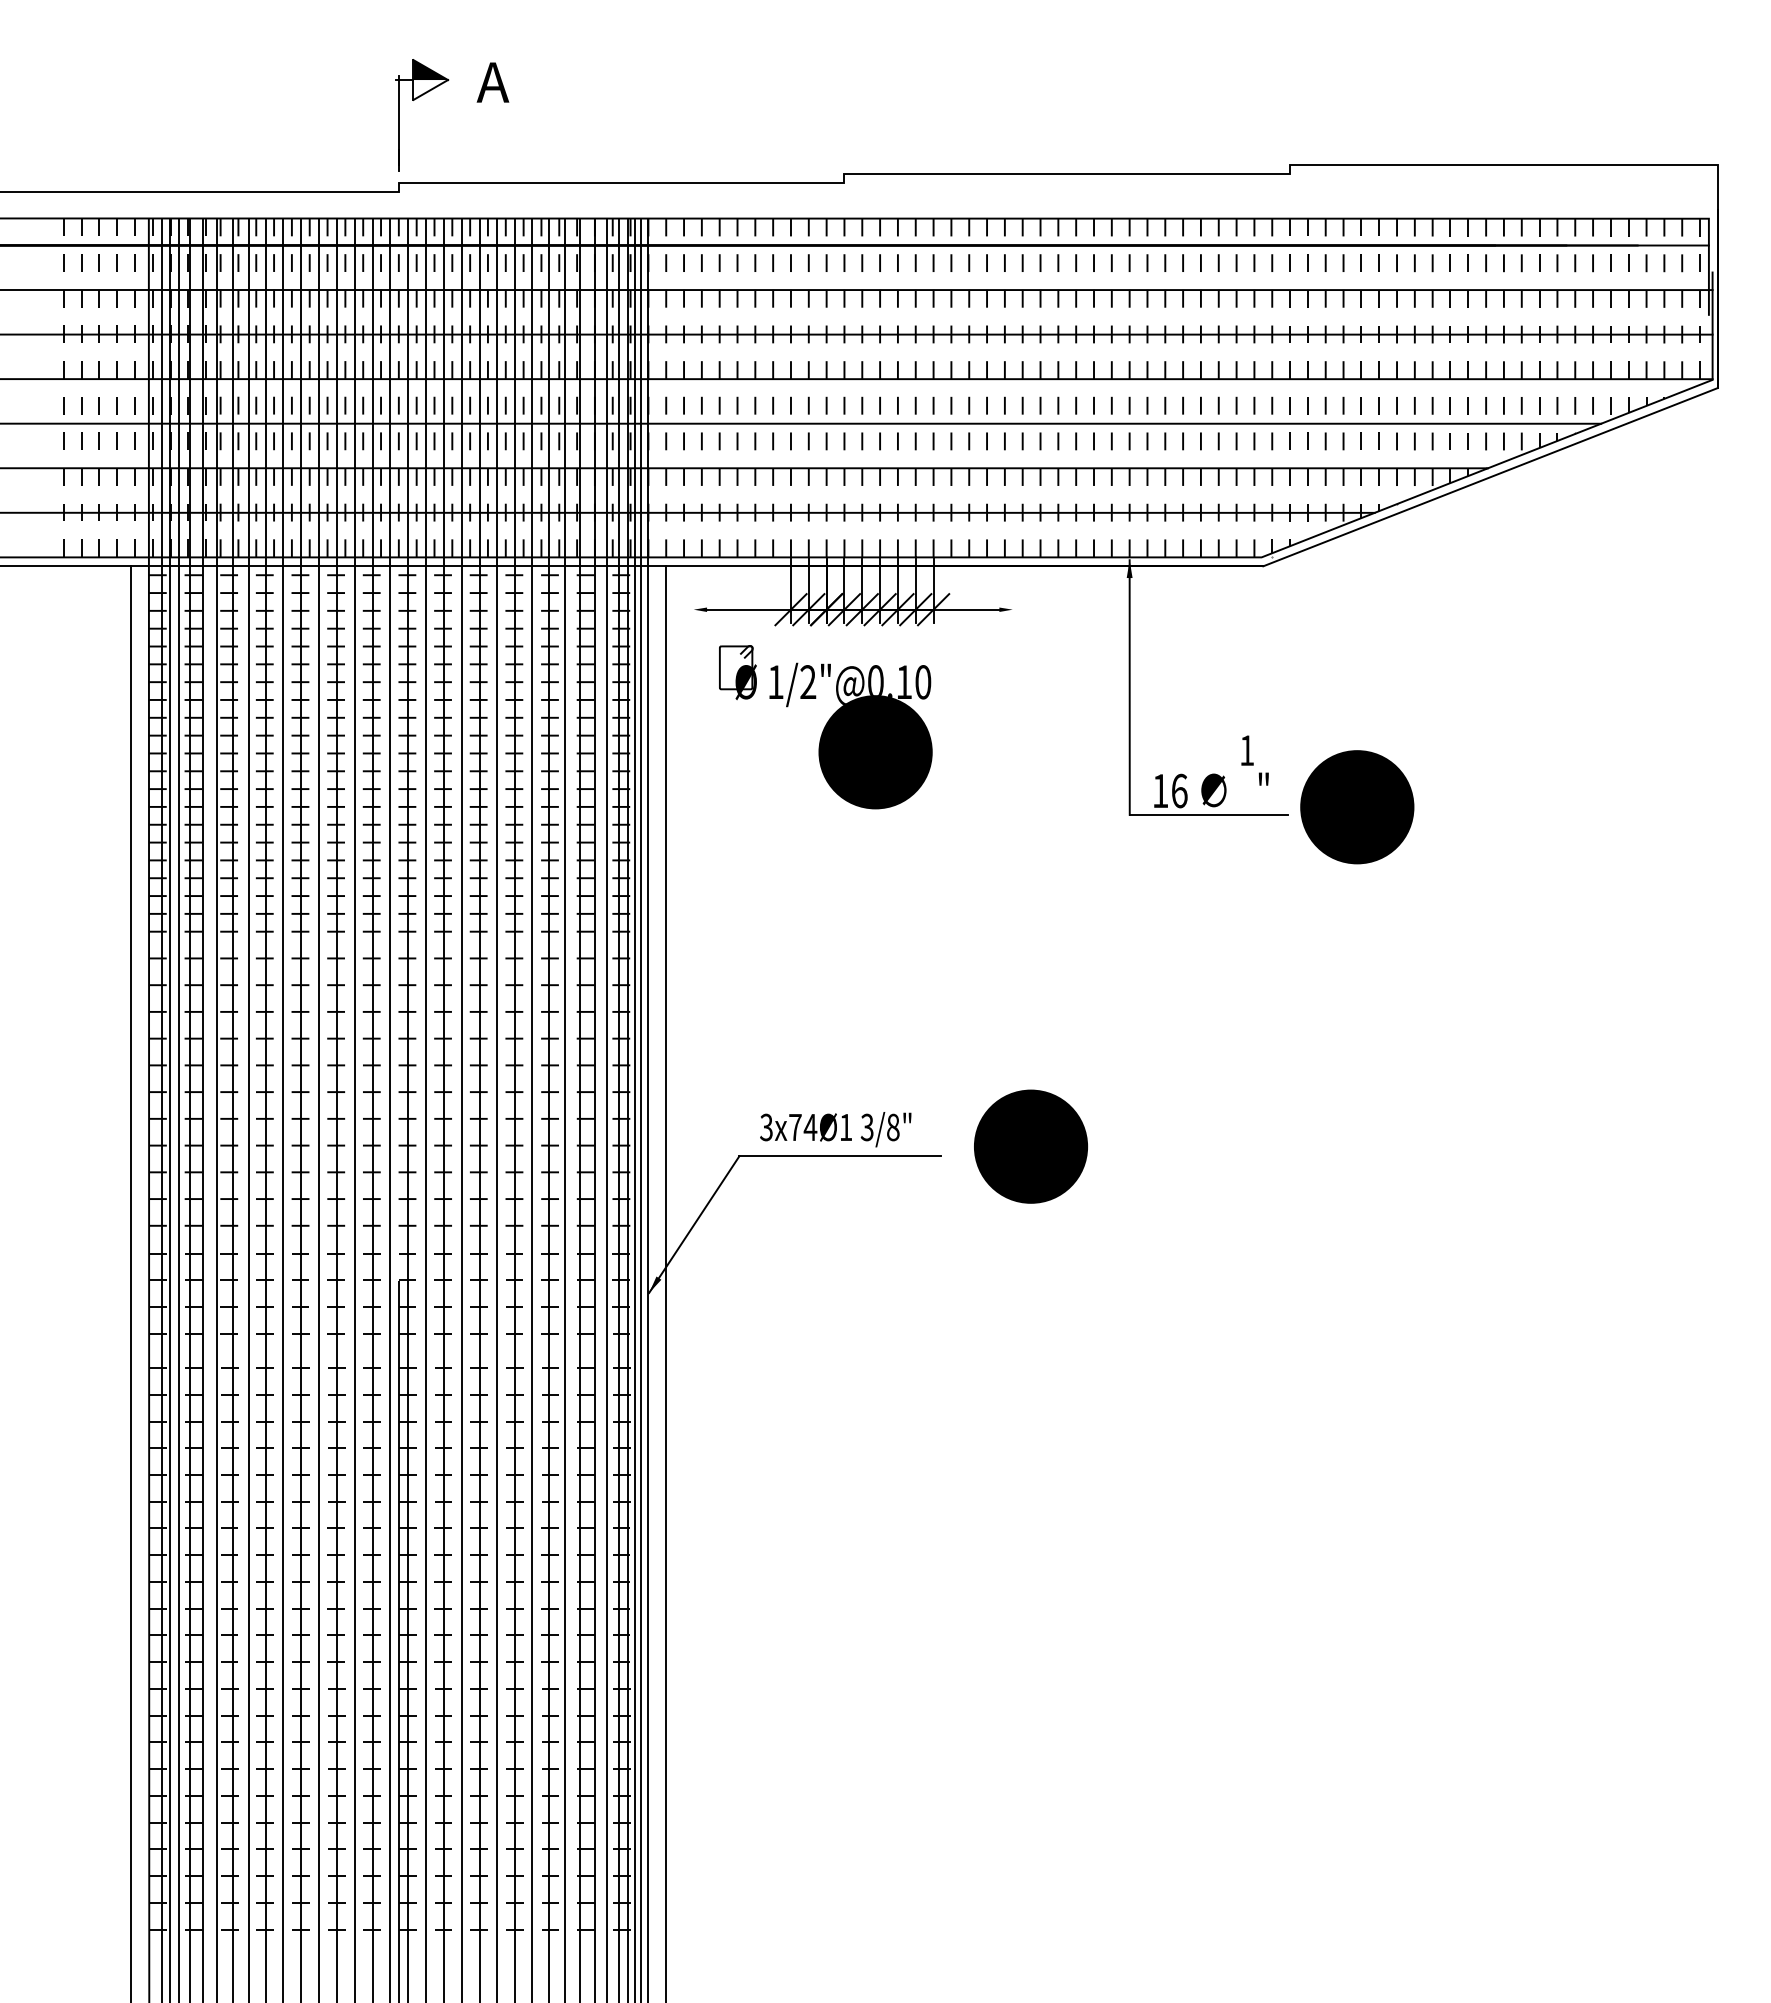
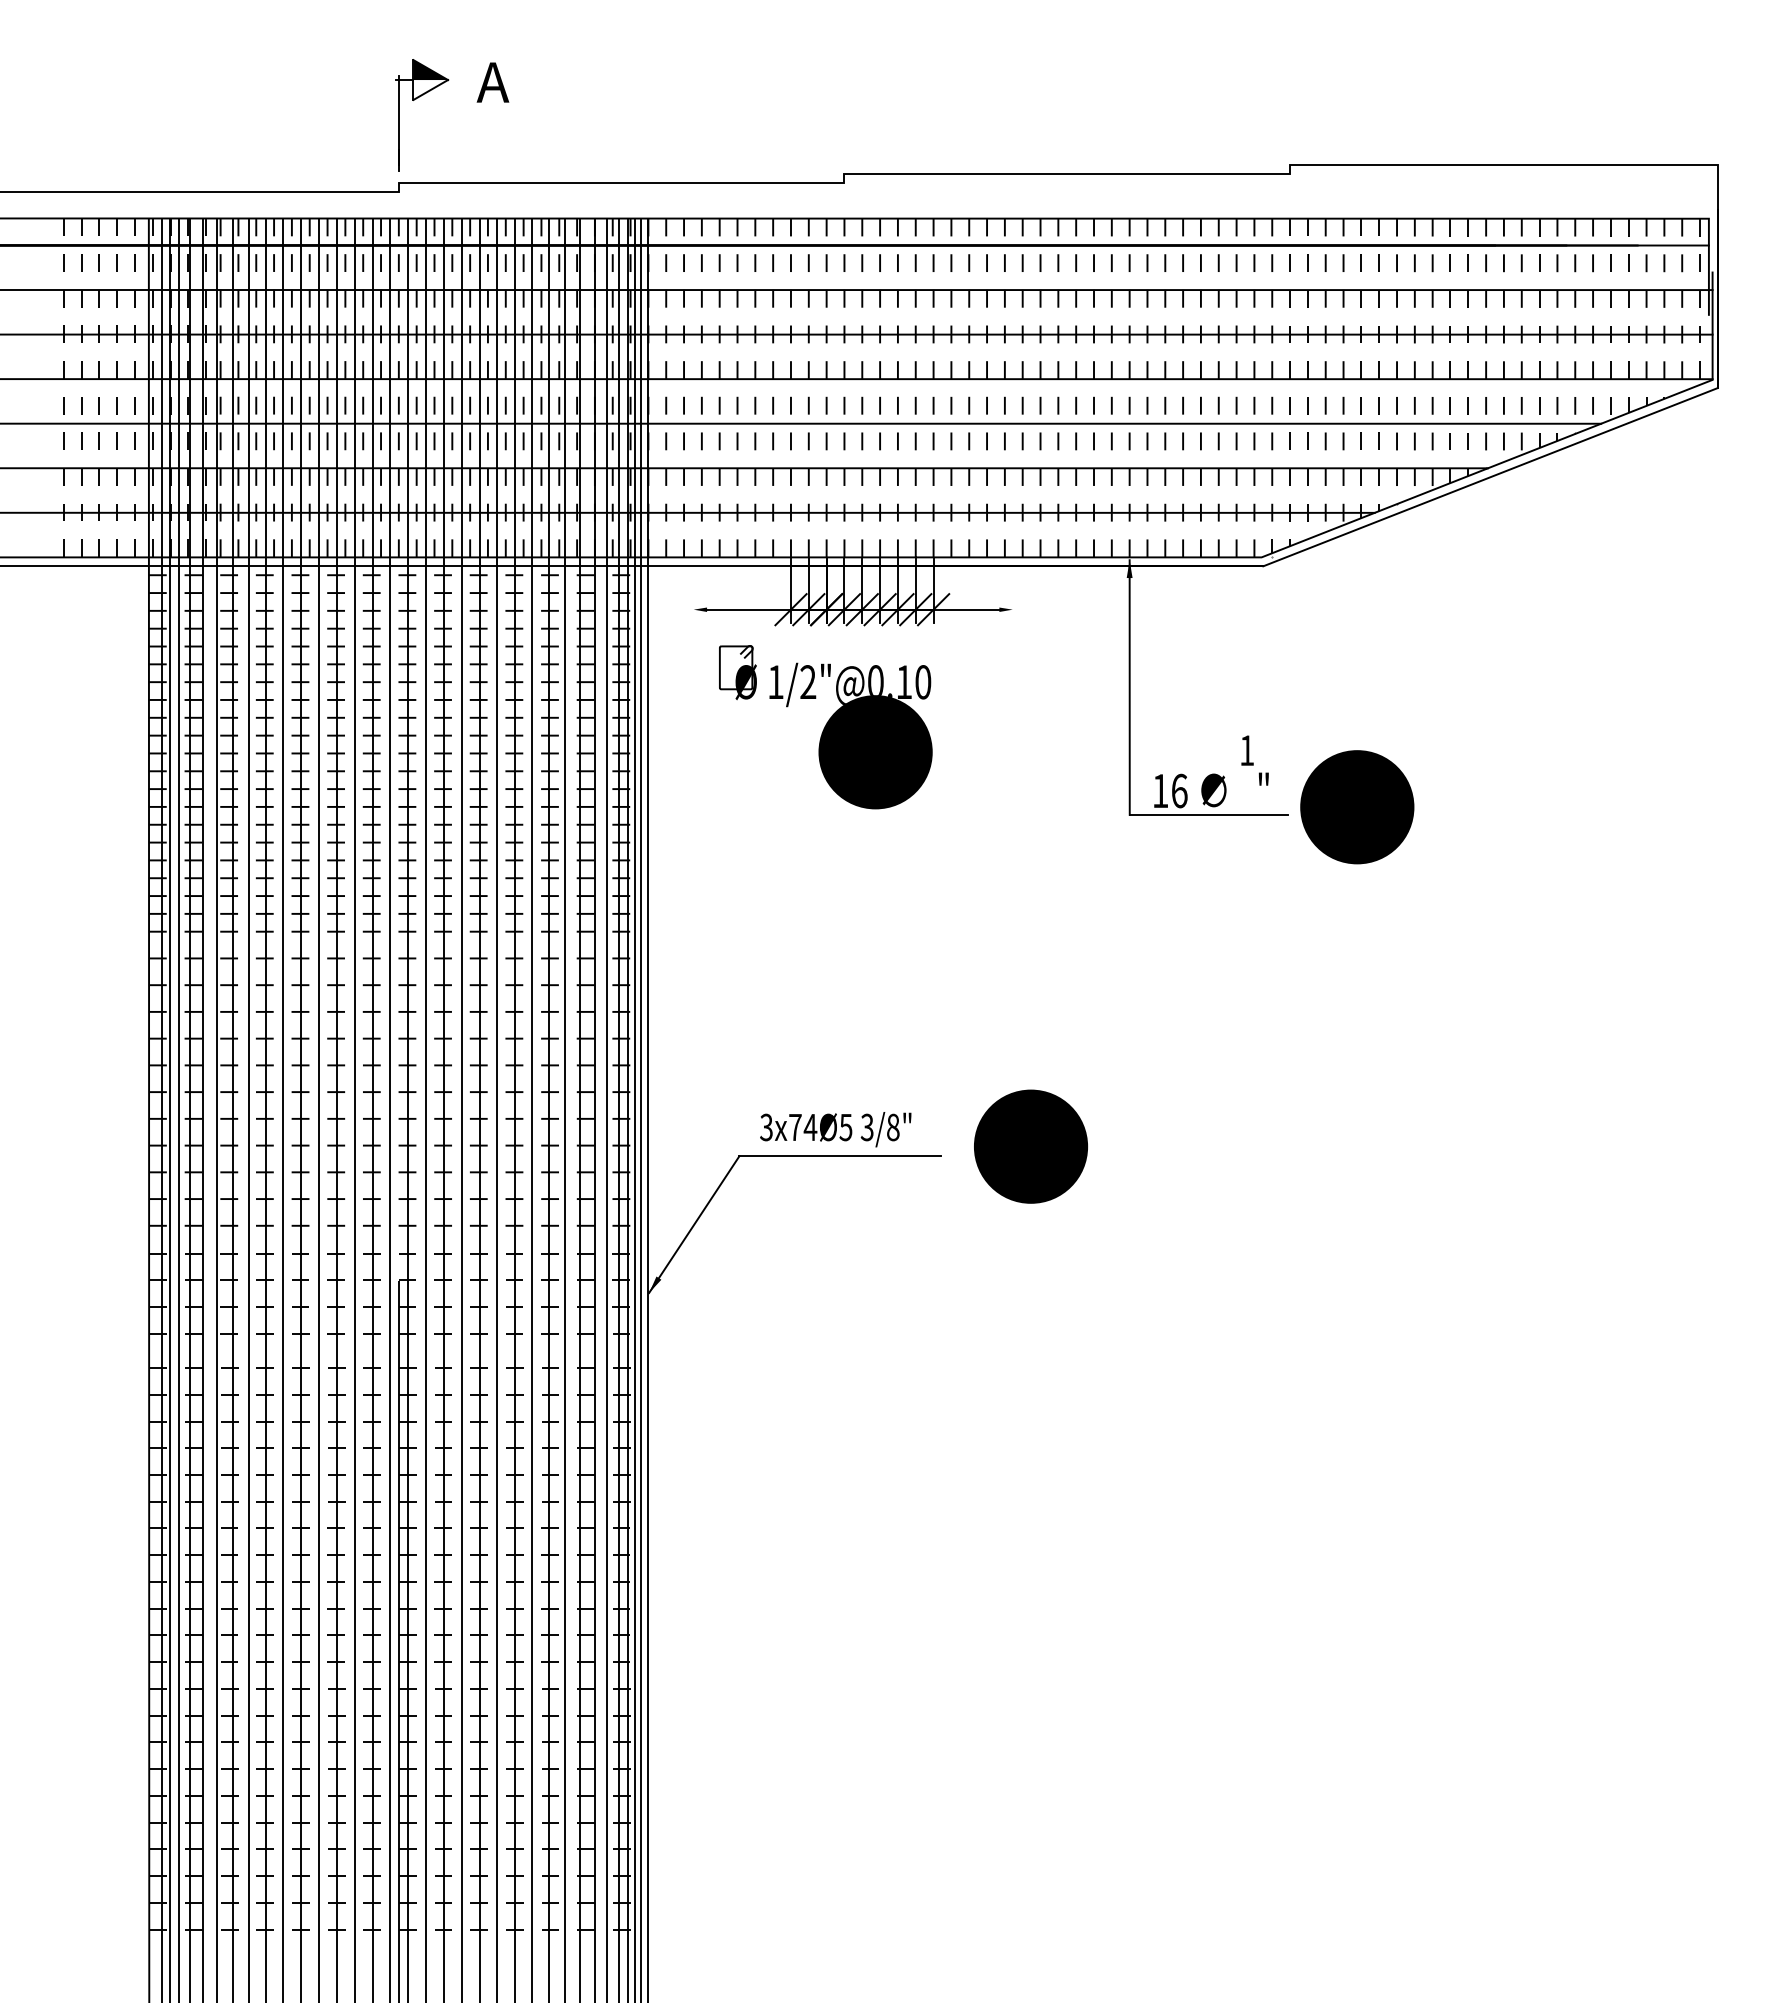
text at (845, 1127): 3x74Ø1 -> 3x74Ø5
line at (131, 1282): present -> none
line at (666, 1282): present -> none
